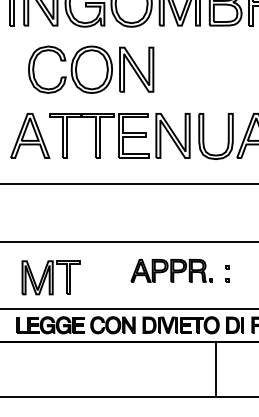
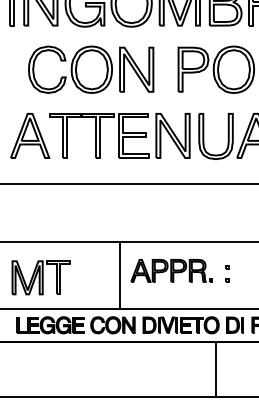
part at (216, 69): none -> present
line at (120, 275): none -> present
part at (50, 277) position: (50, 277) -> (40, 277)
